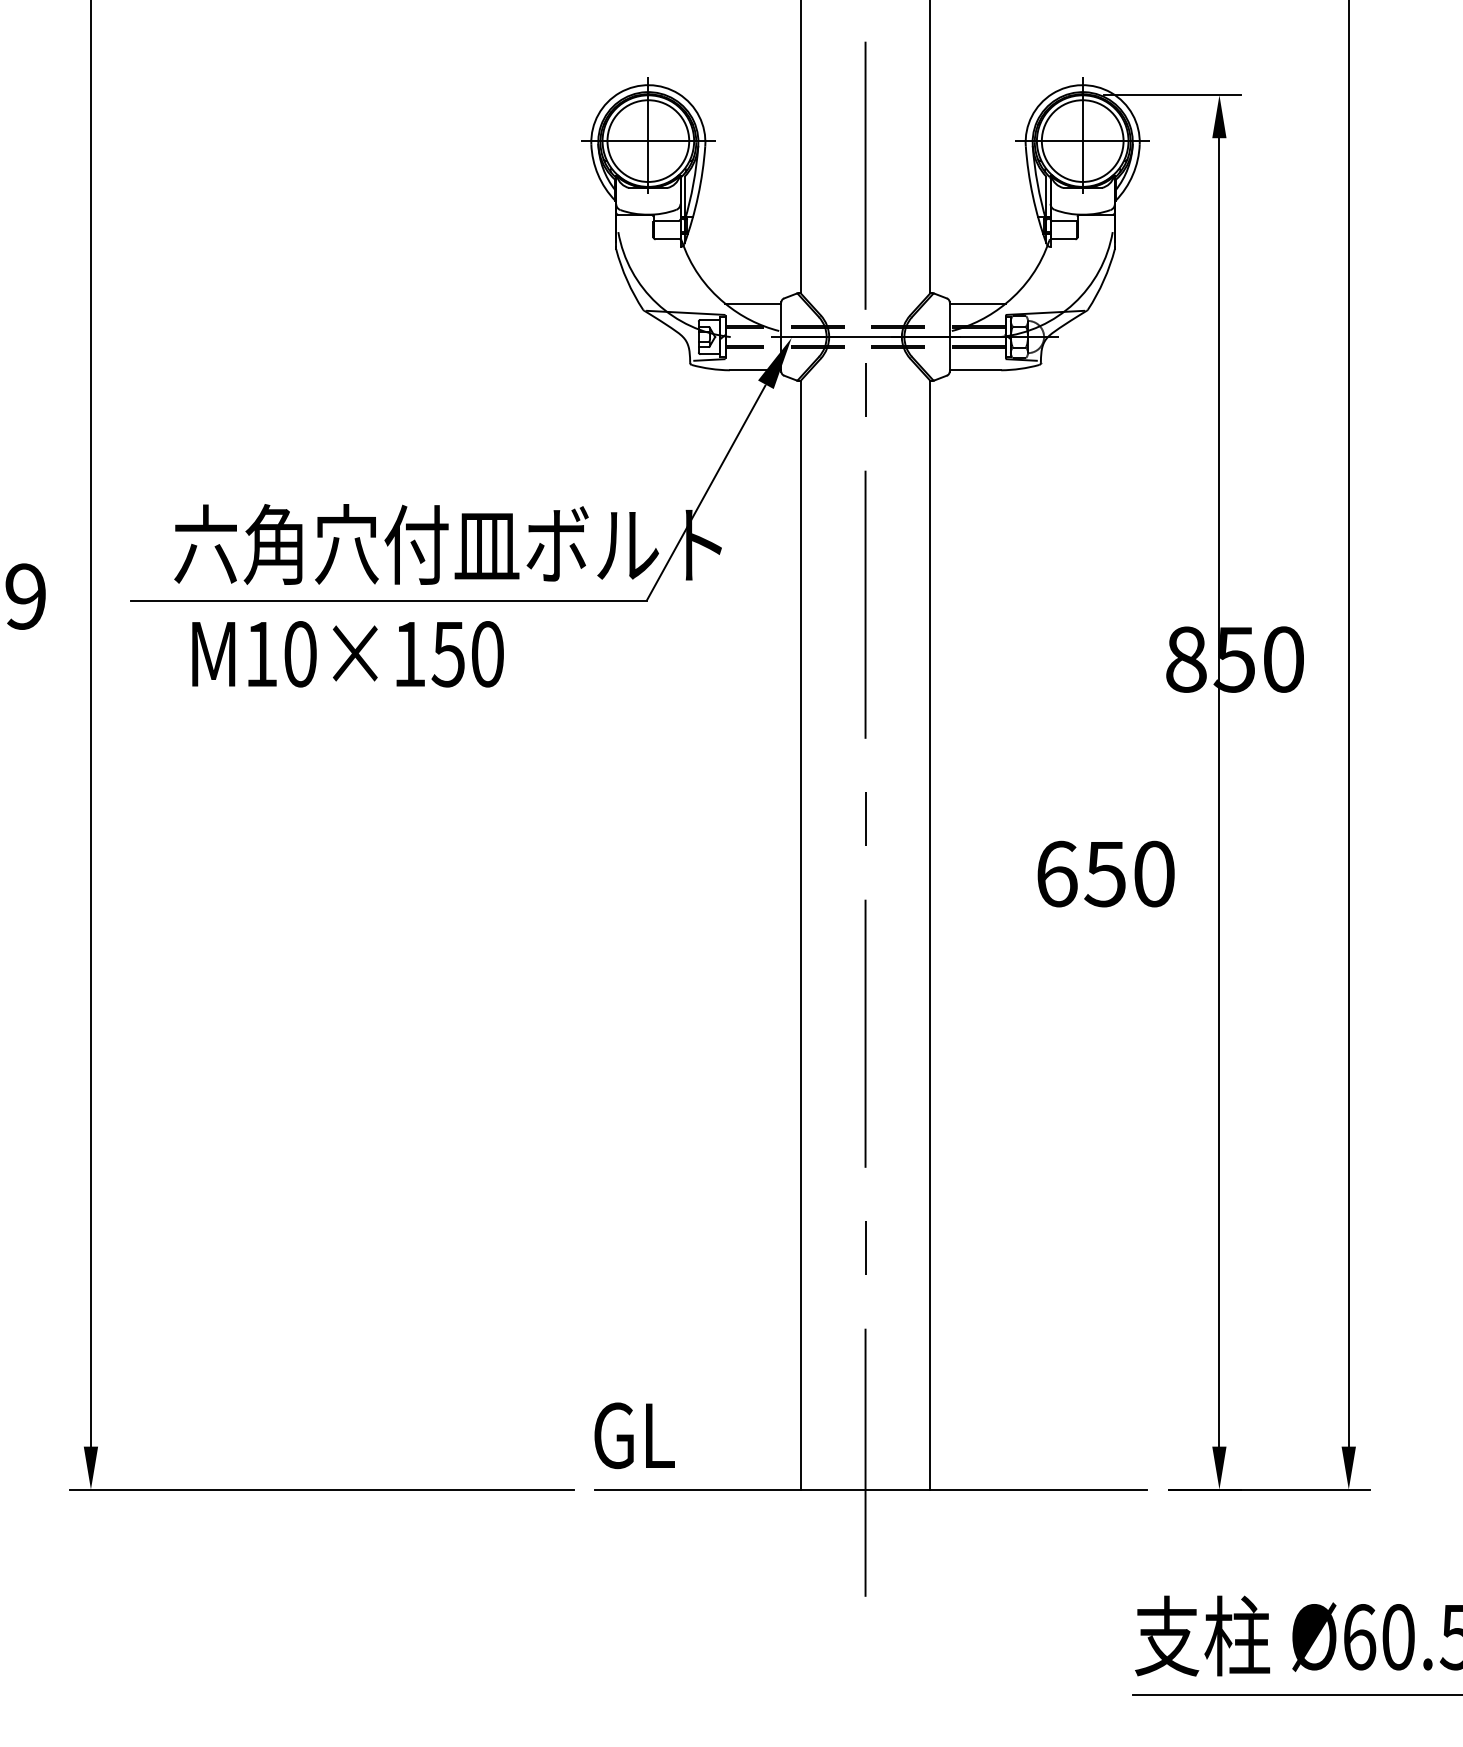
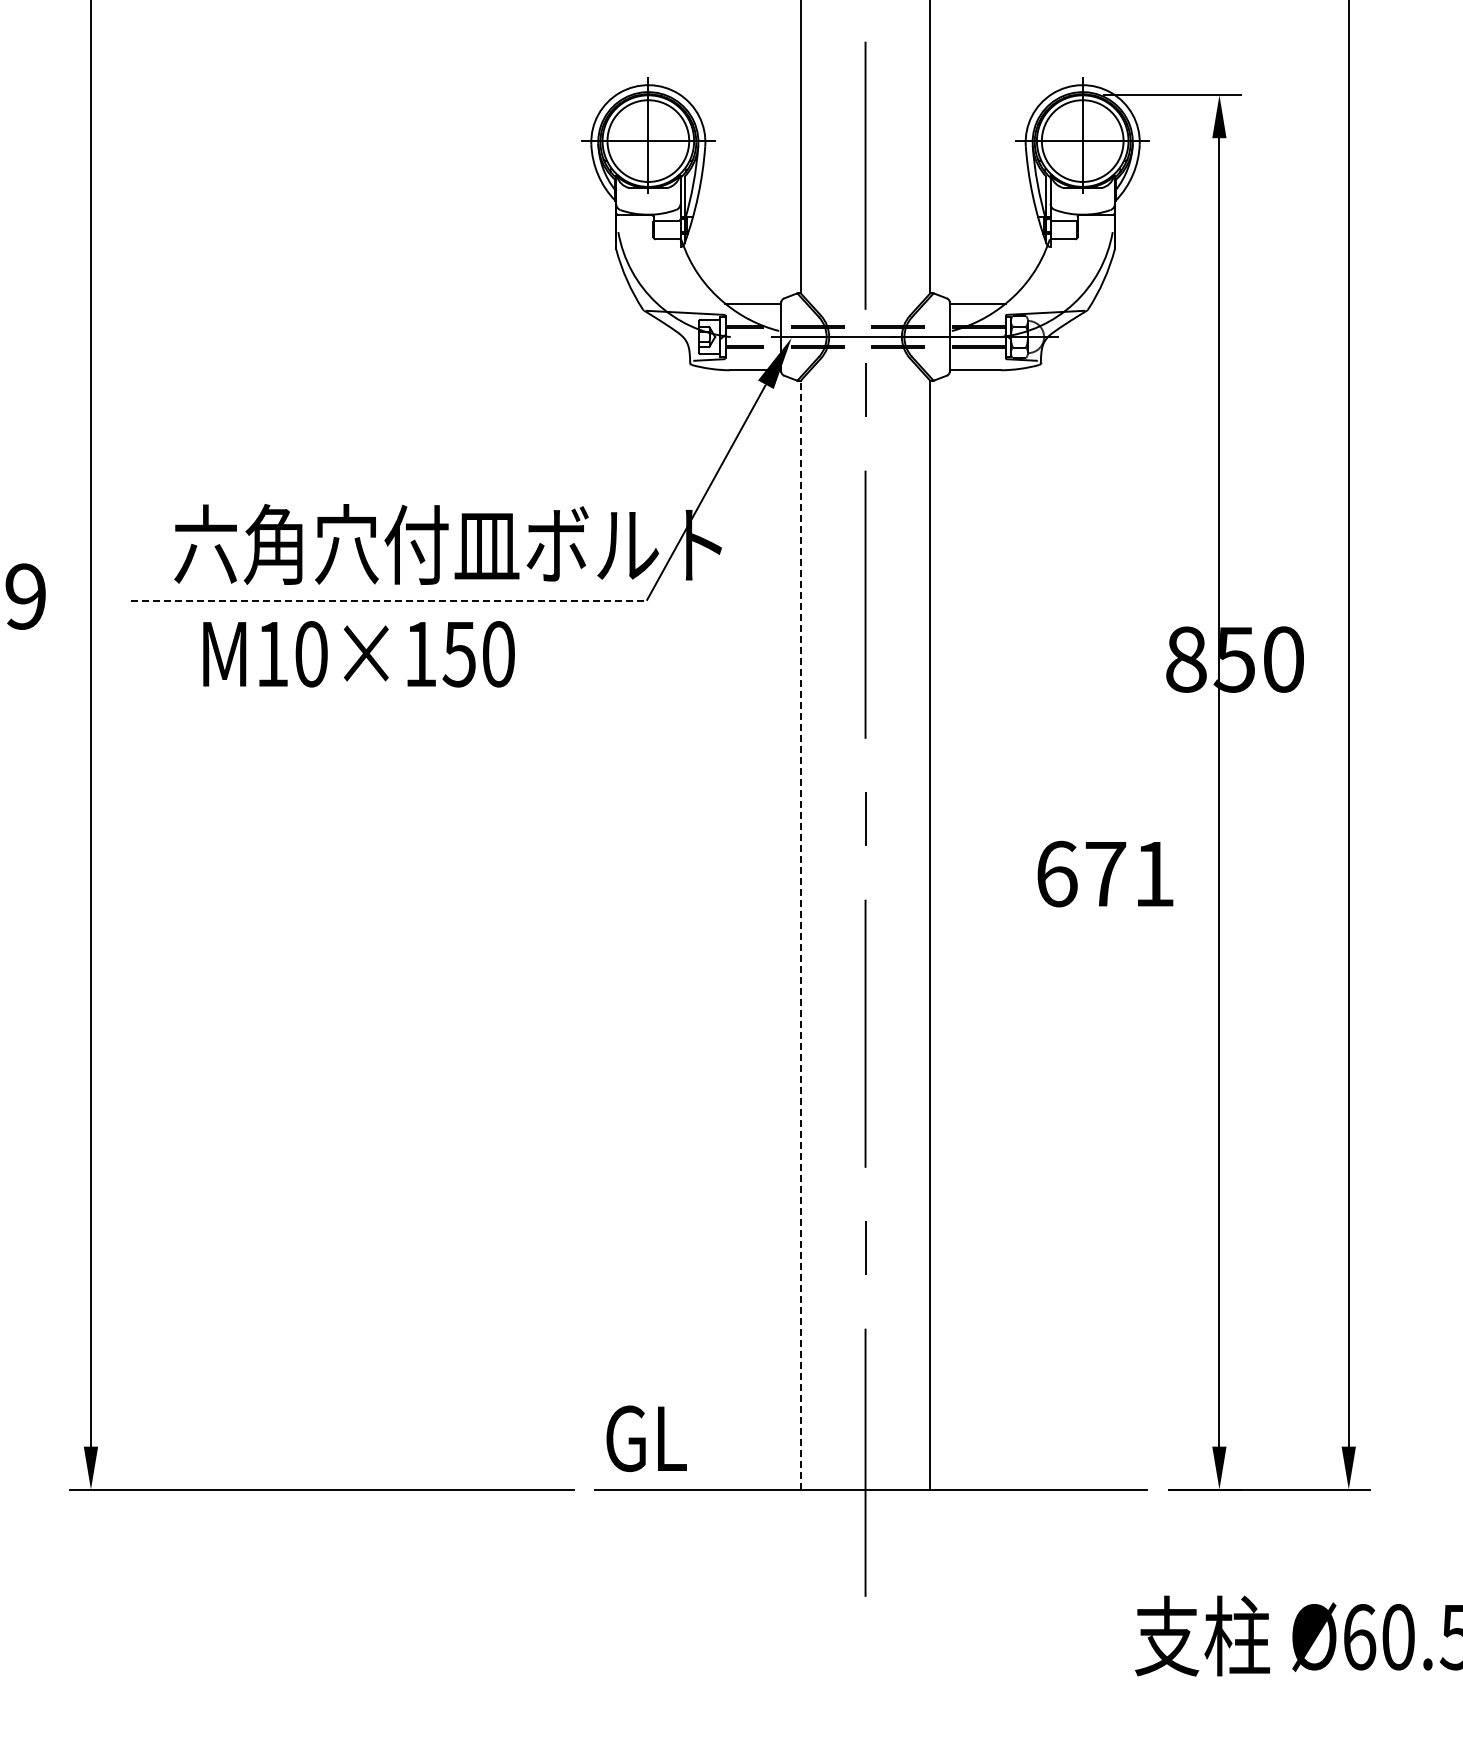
line at (389, 600): solid -> dashed
text at (347, 654) position: (347, 654) -> (358, 654)
text at (1129, 873): 650 -> 671
line at (800, 934): solid -> dashed
text at (634, 1435) position: (634, 1435) -> (646, 1438)
line at (1295, 1694): present -> none
